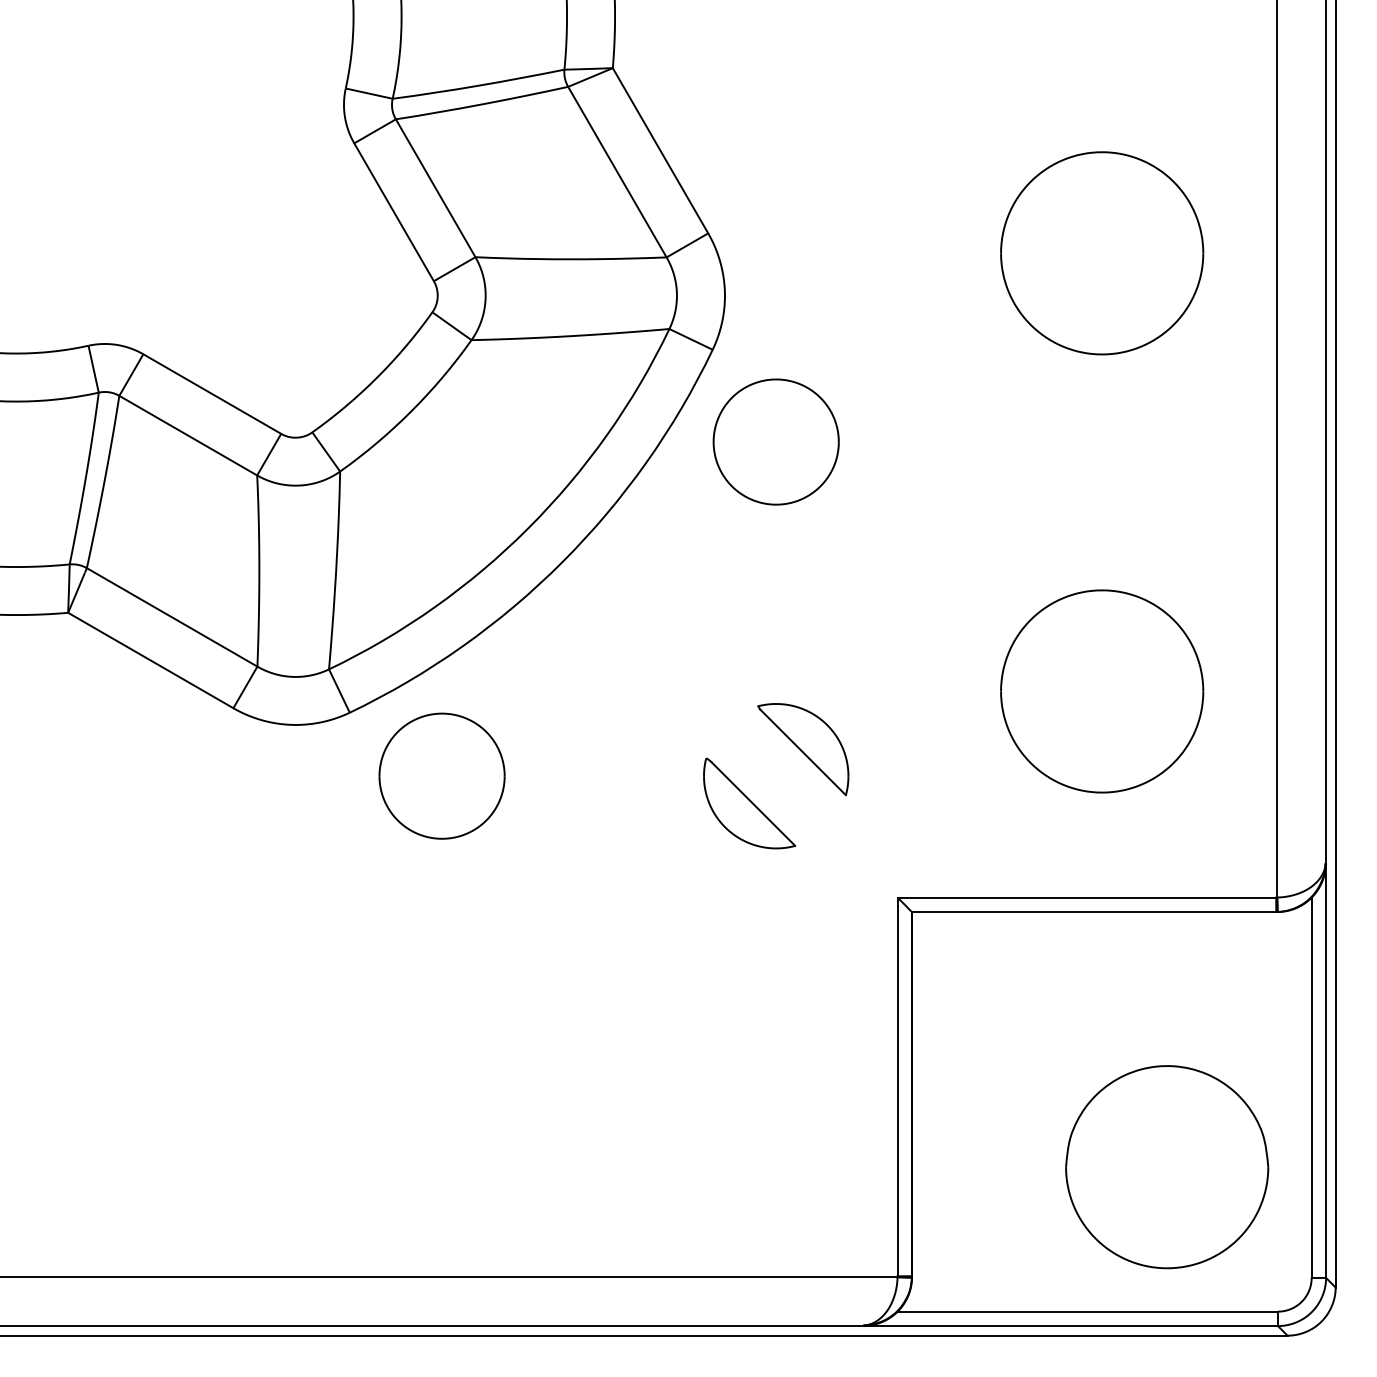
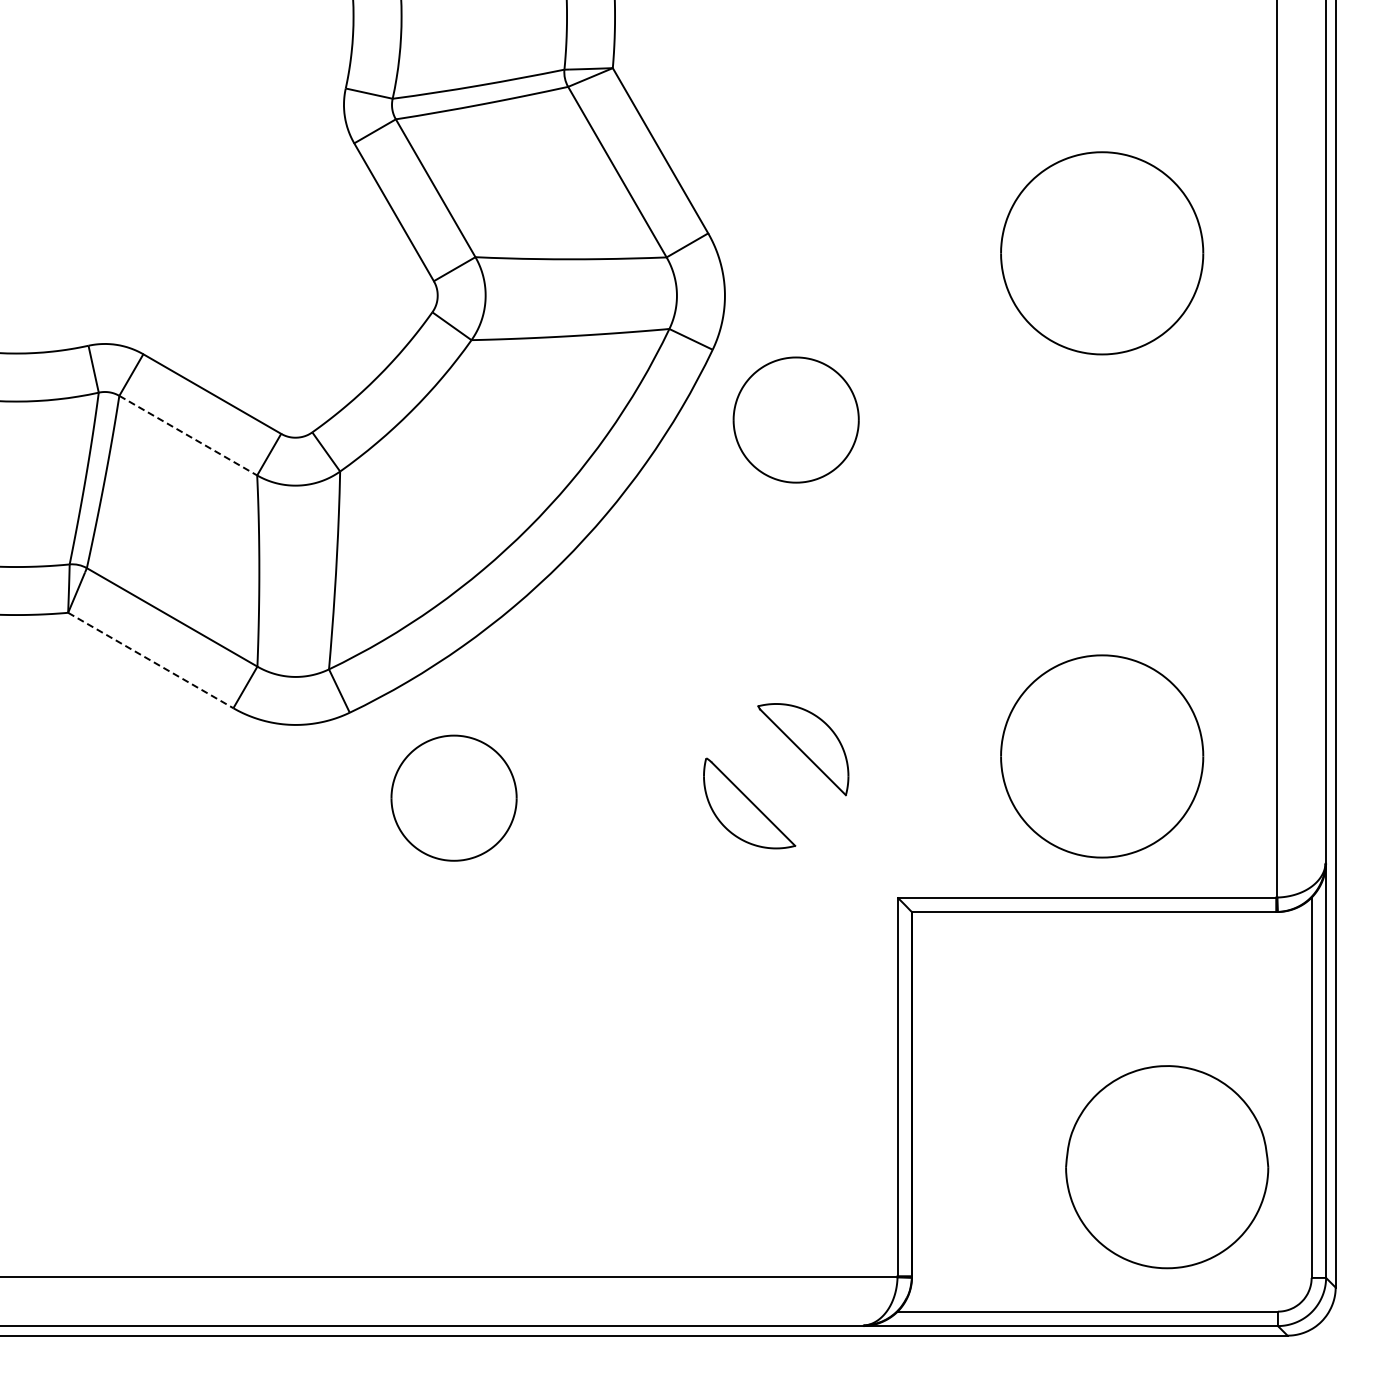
line at (188, 435): solid -> dashed
part at (775, 441) position: (775, 441) -> (795, 419)
line at (151, 660): solid -> dashed
part at (1102, 691) position: (1102, 691) -> (1102, 756)
part at (441, 775) position: (441, 775) -> (453, 797)
